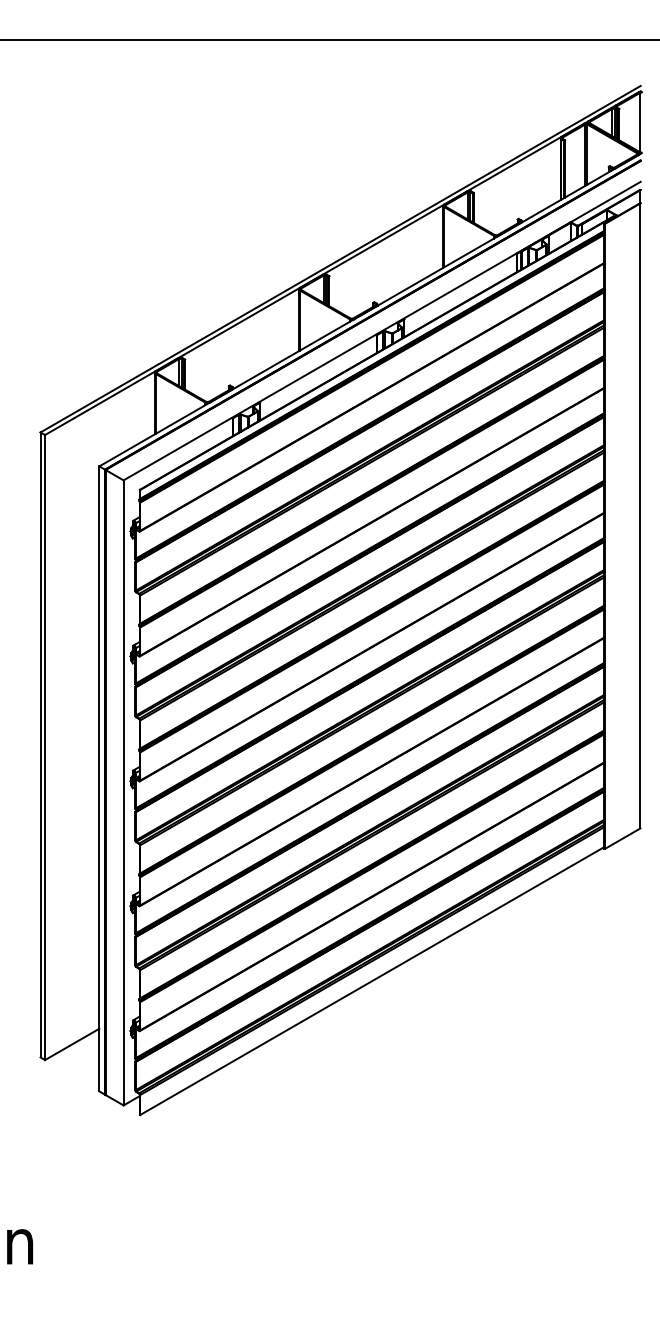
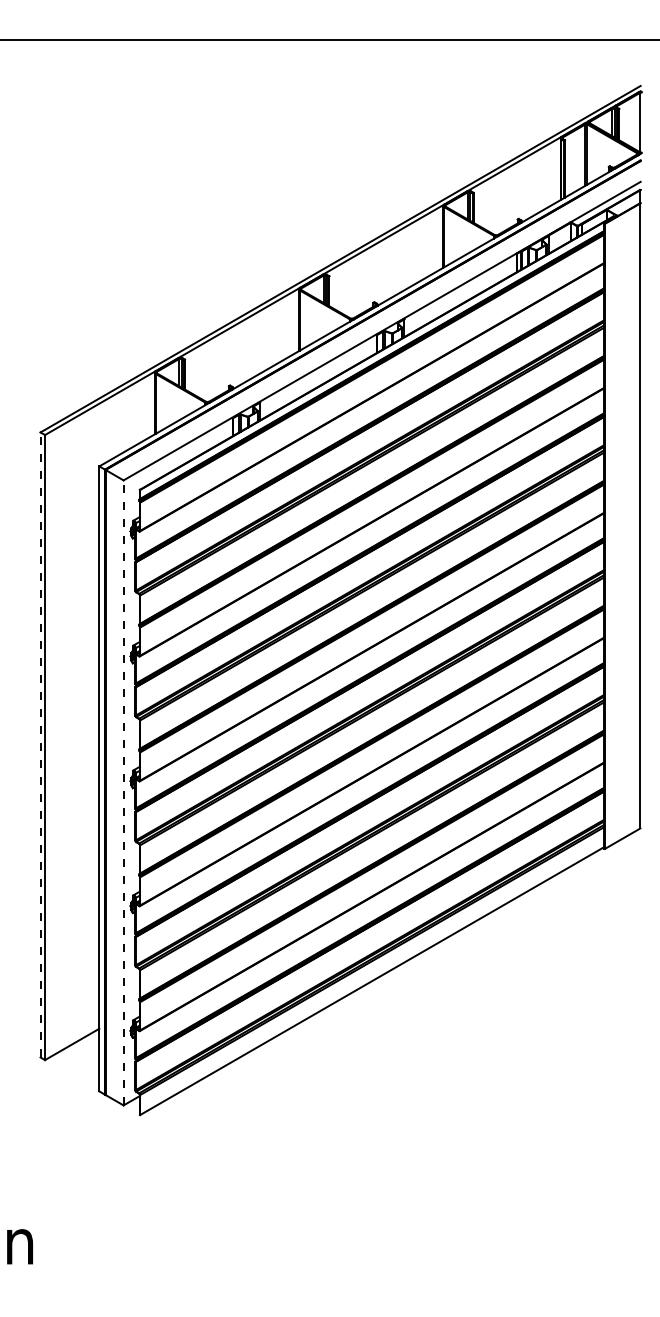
line at (40, 744): solid -> dashed
line at (123, 792): solid -> dashed
